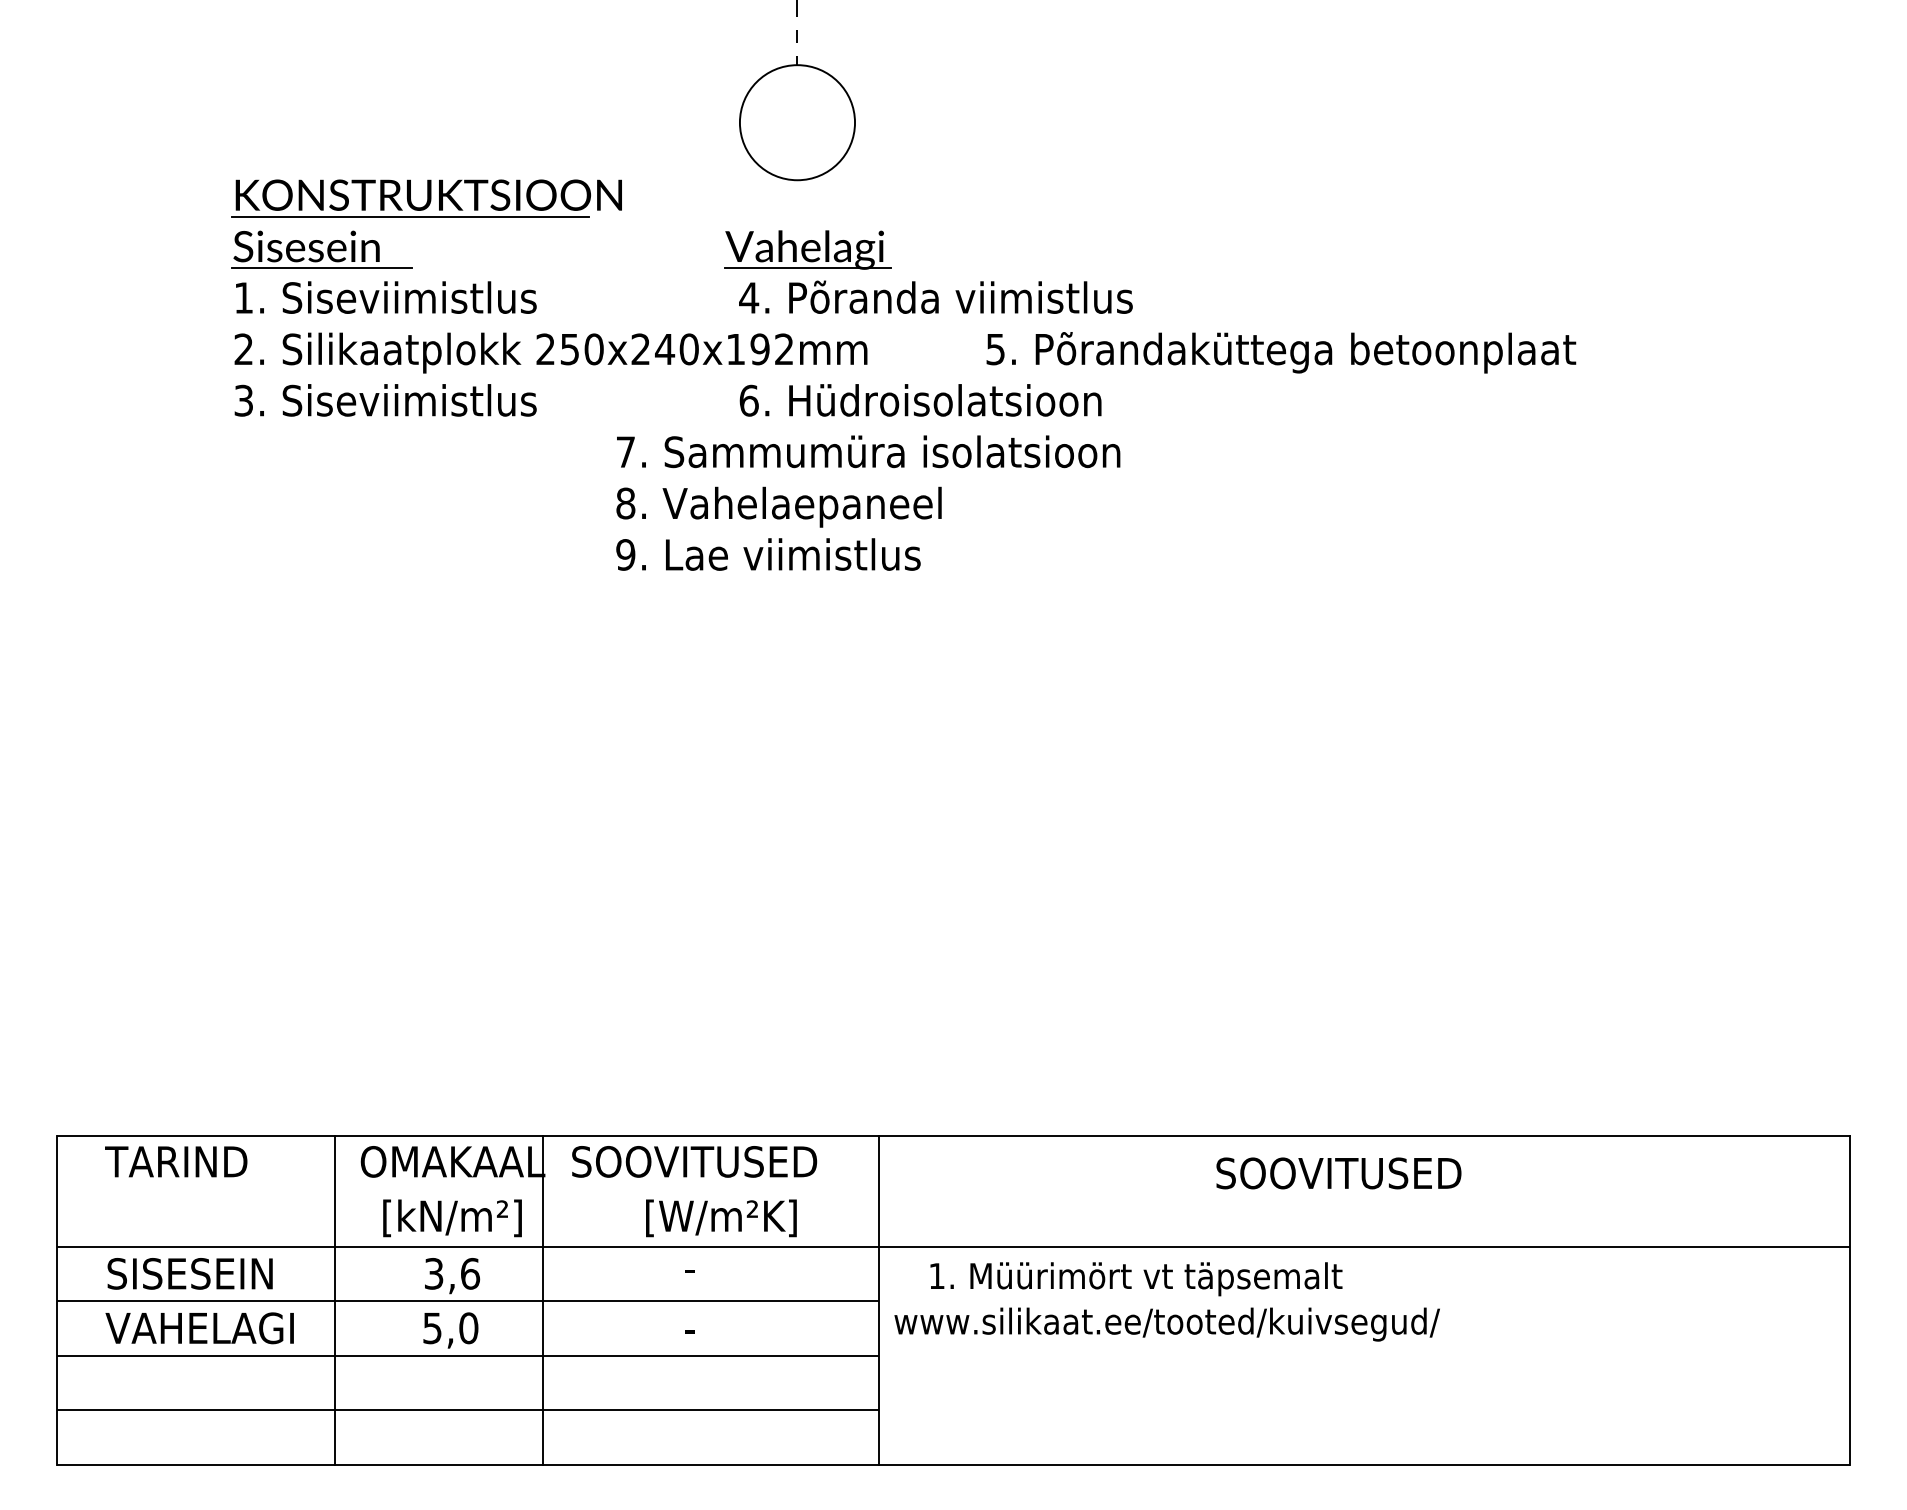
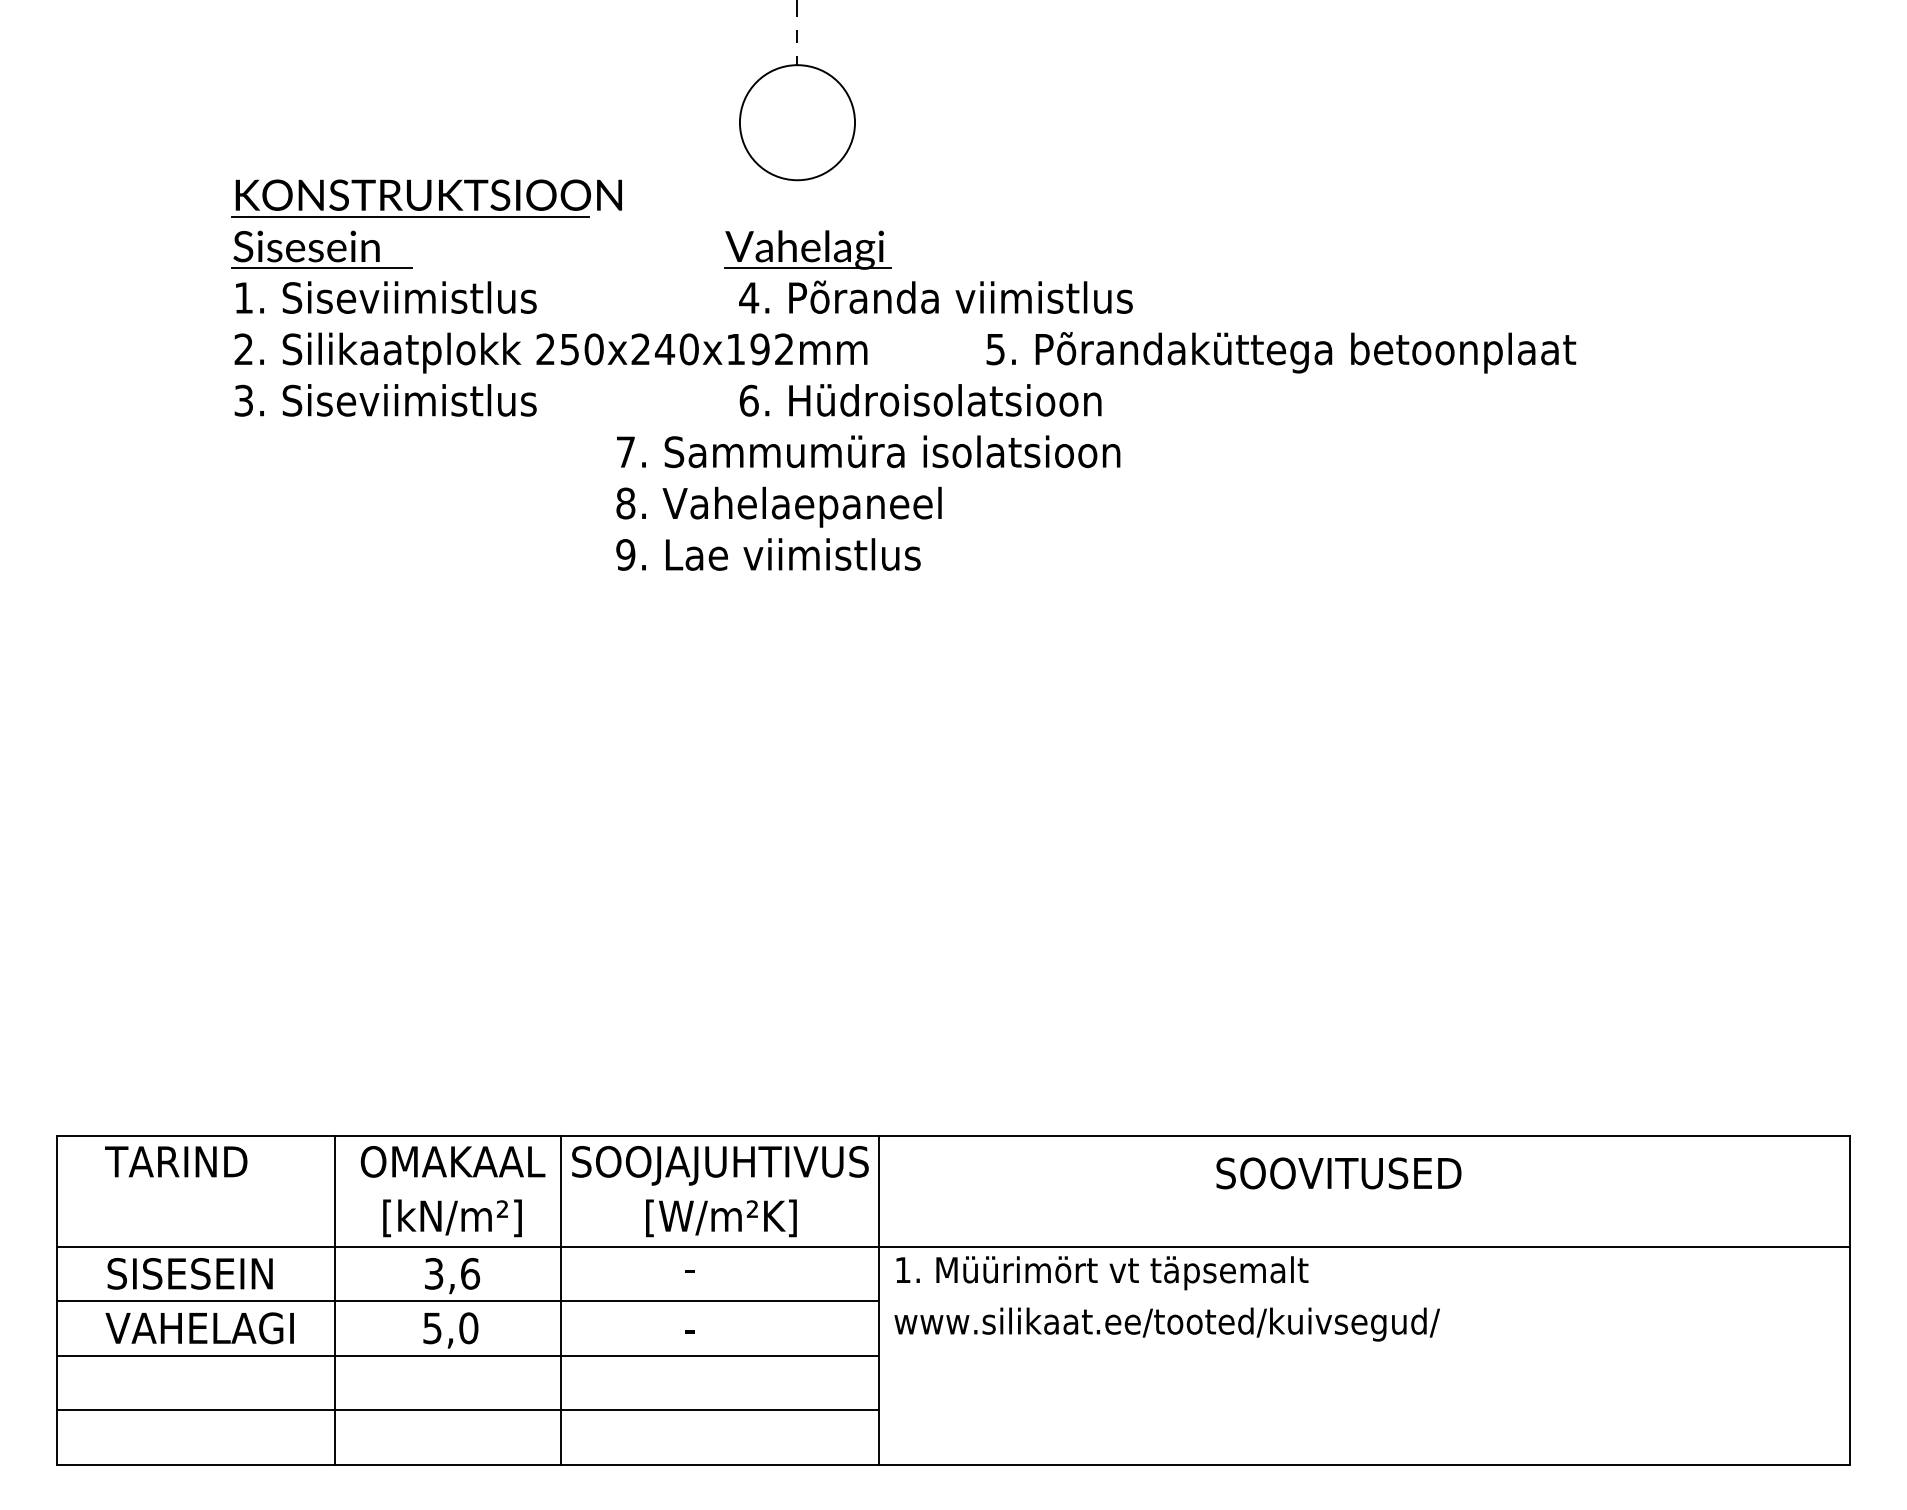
text at (759, 1165): SOOVITUSED -> SOOJAJUHTIVUS
text at (1136, 1279) position: (1136, 1279) -> (1102, 1273)
line at (542, 1299) position: (542, 1299) -> (560, 1299)
